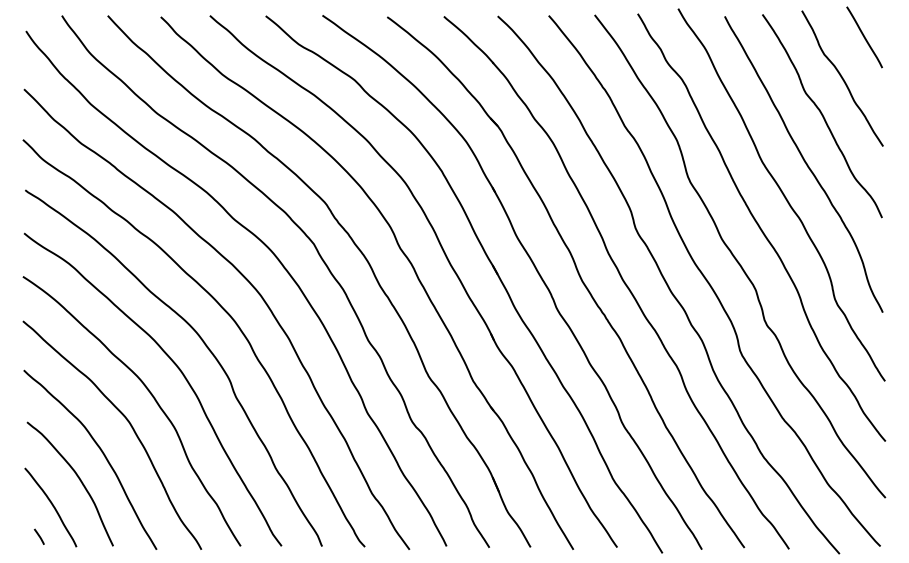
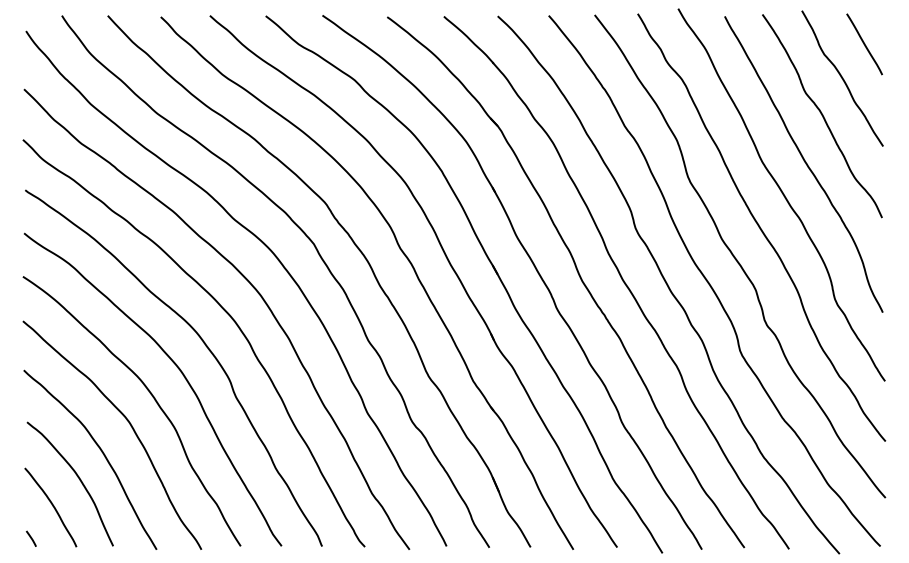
line at (864, 37) position: (864, 37) -> (864, 44)
line at (39, 536) position: (39, 536) -> (31, 538)
